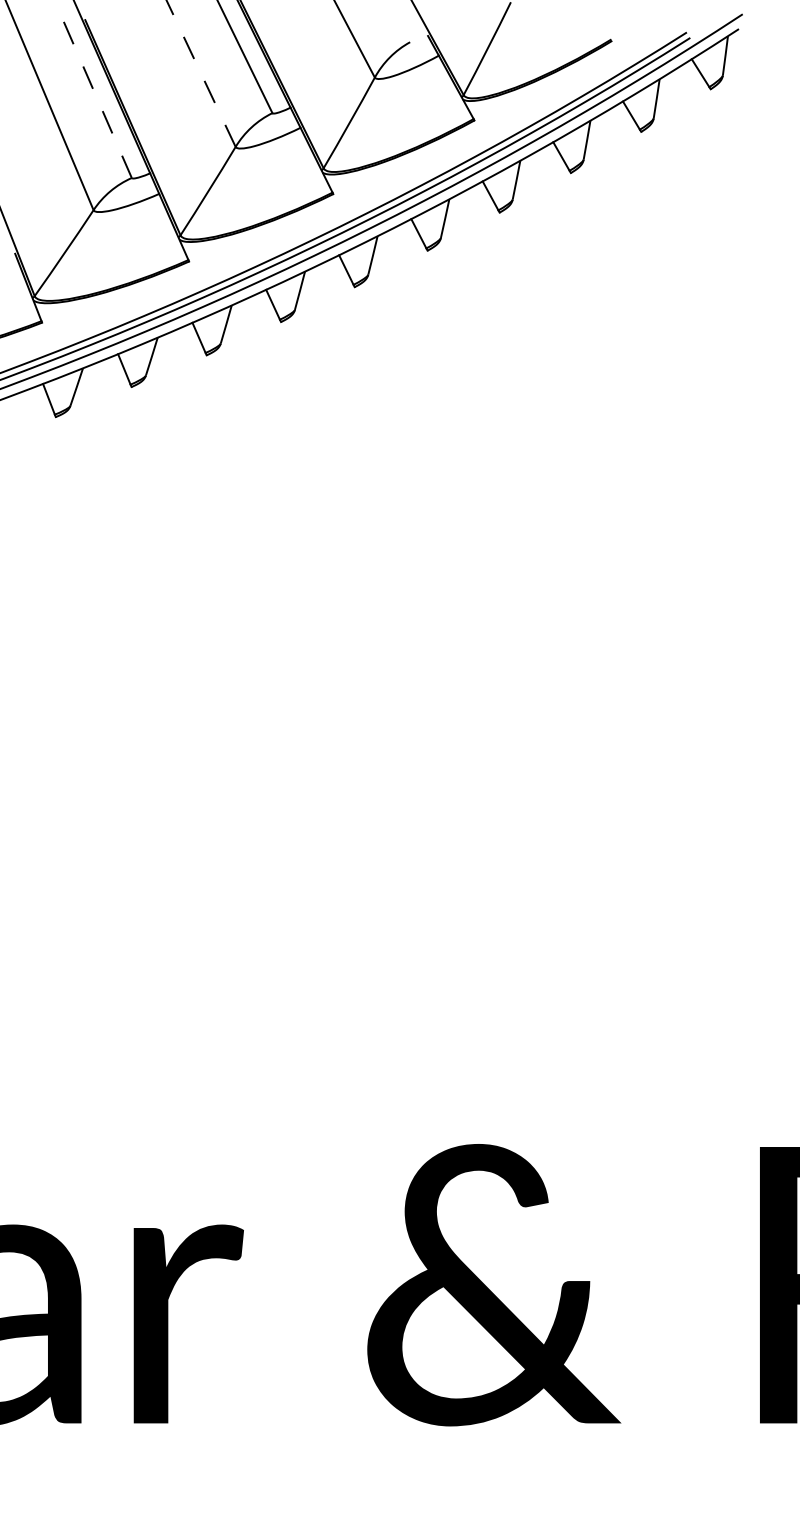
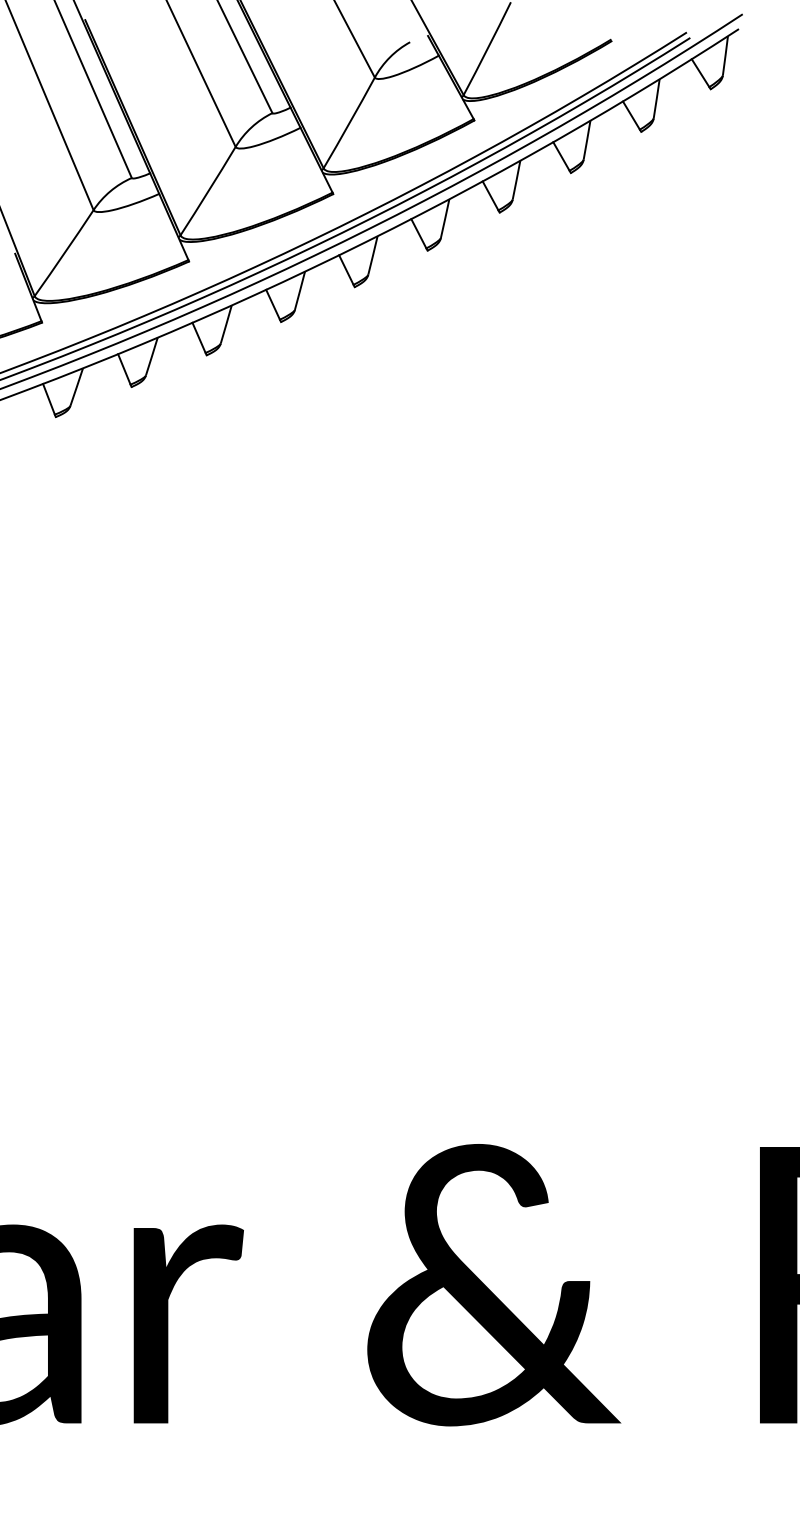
line at (201, 73): dashed -> solid
line at (93, 89): dashed -> solid
